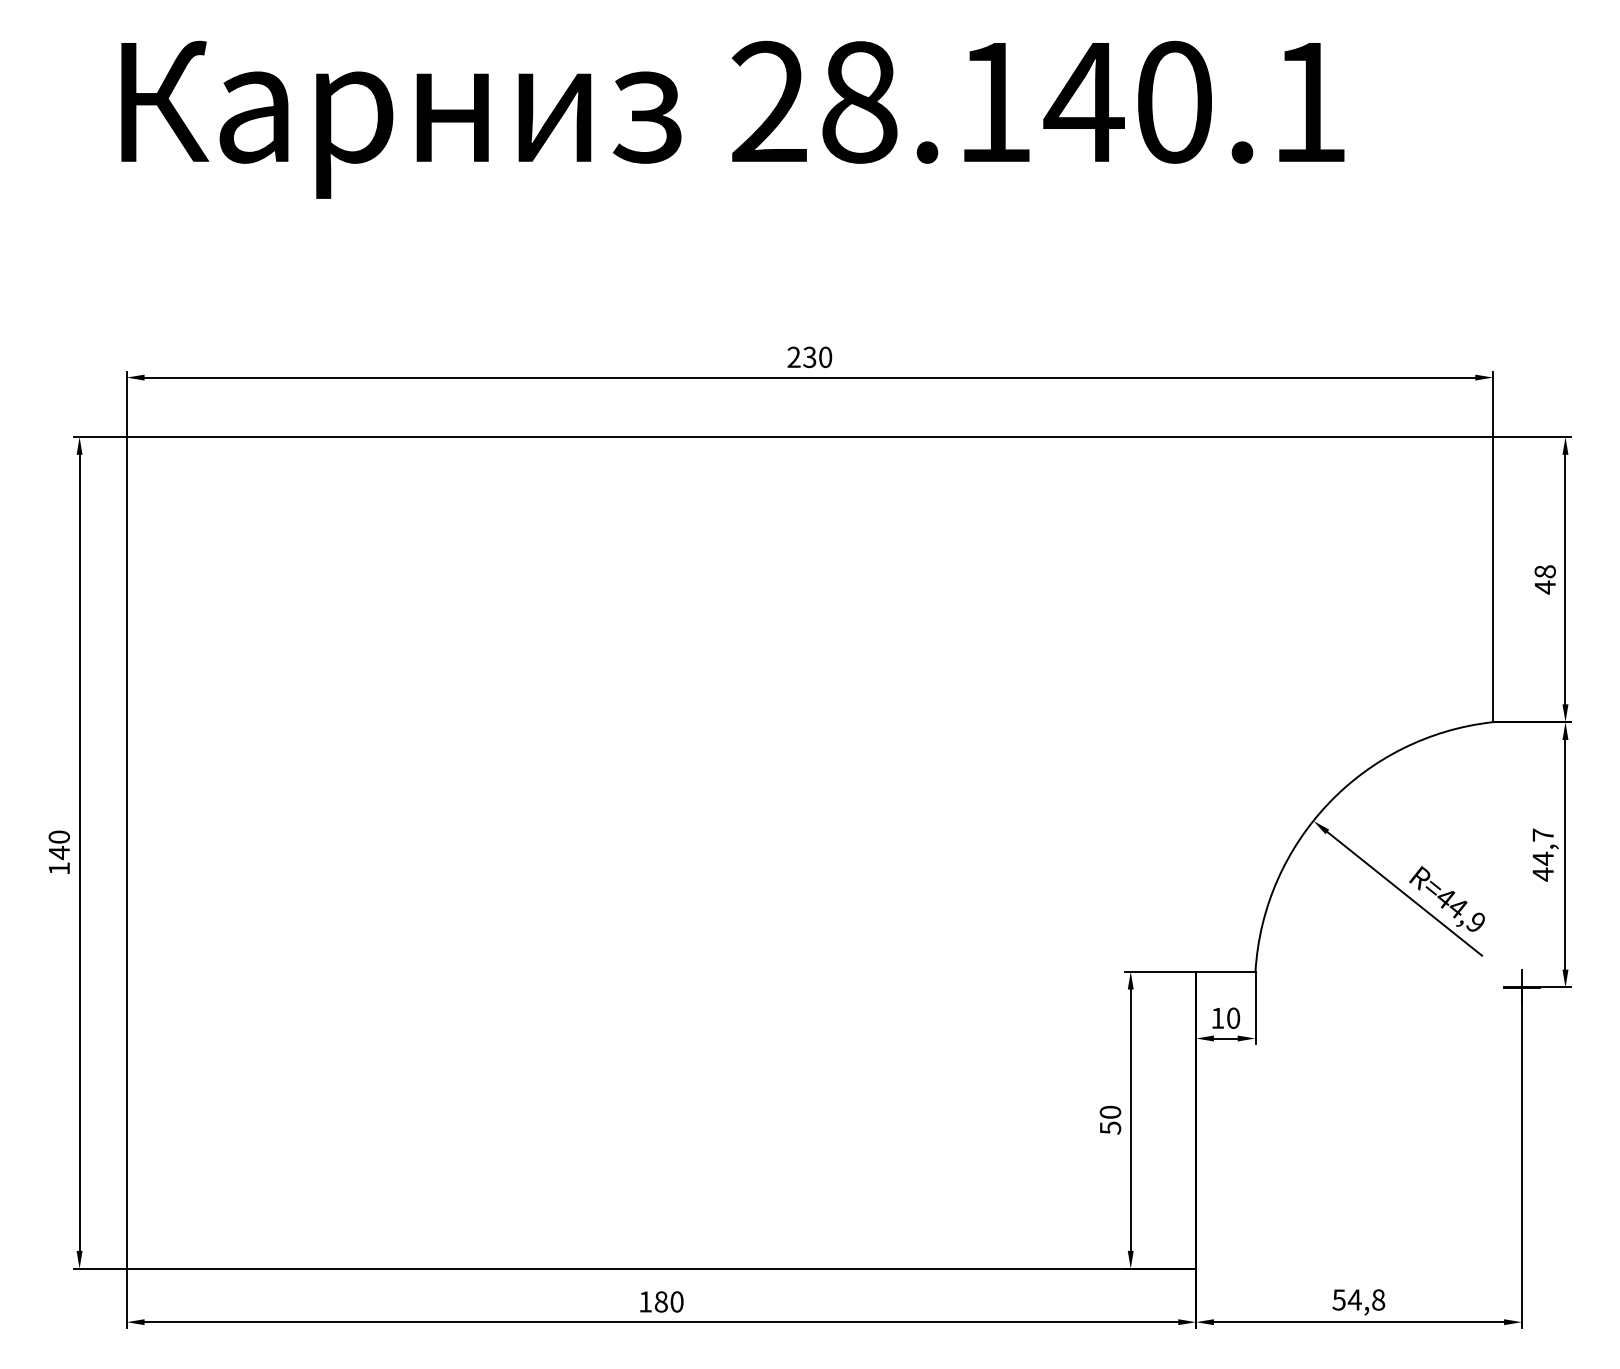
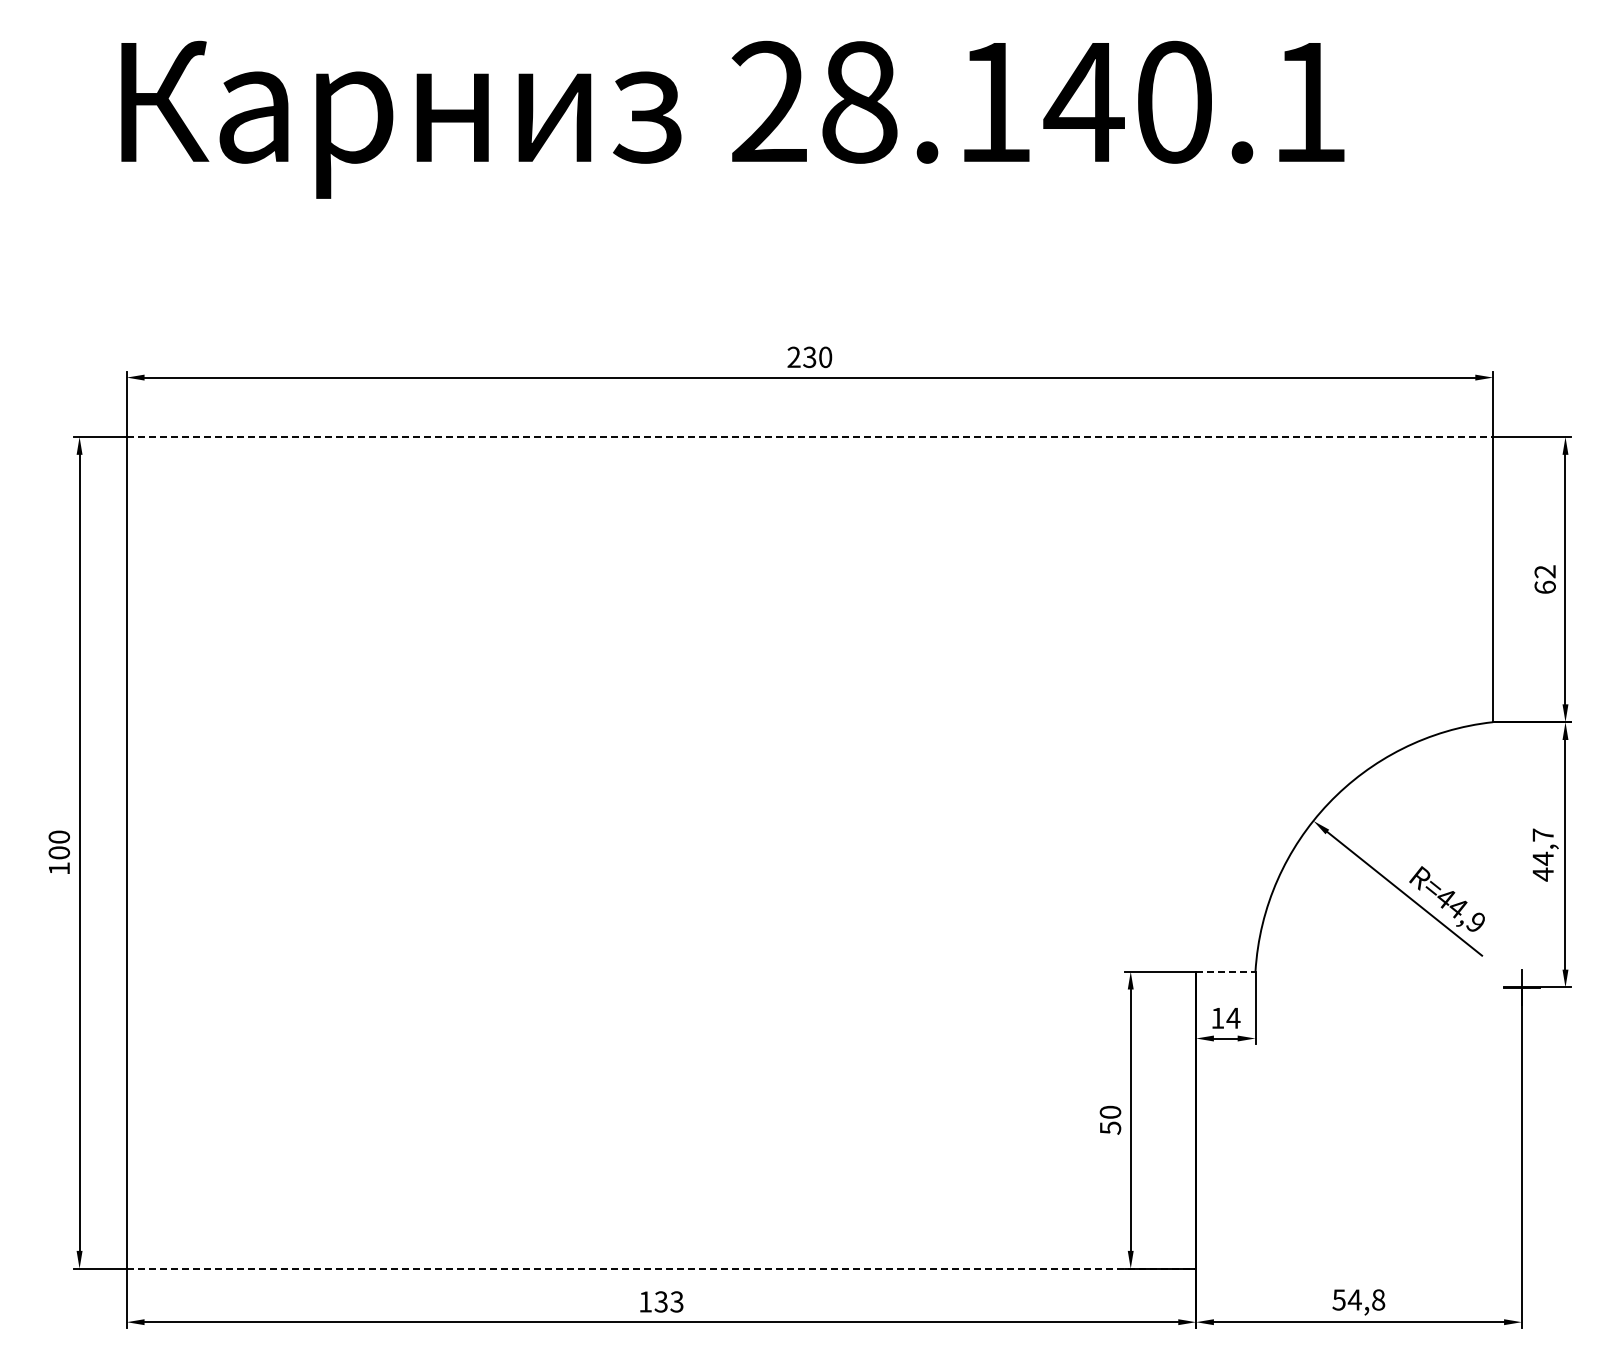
line at (810, 437): solid -> dashed
text at (1544, 579): 48 -> 62
text at (59, 852): 140 -> 100
line at (1225, 971): solid -> dashed
text at (1233, 1017): 10 -> 14
line at (661, 1268): solid -> dashed
text at (668, 1301): 180 -> 133
